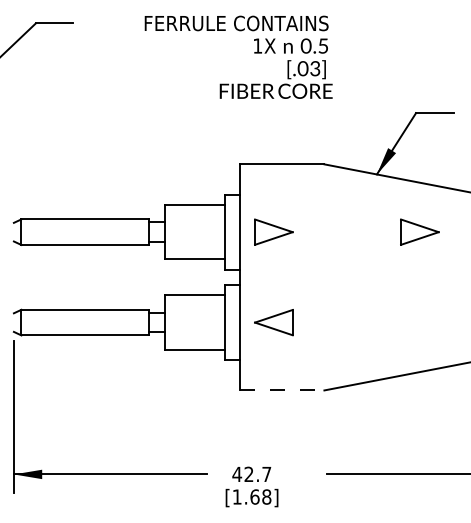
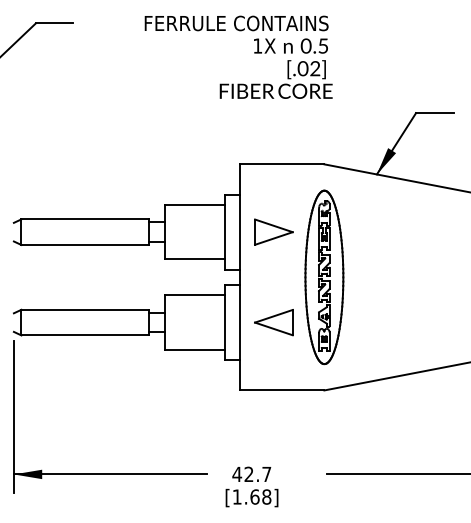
text at (315, 70): [.03] -> [.02]
part at (419, 231): present -> none
part at (324, 277): none -> present
line at (282, 390): dashed -> solid
